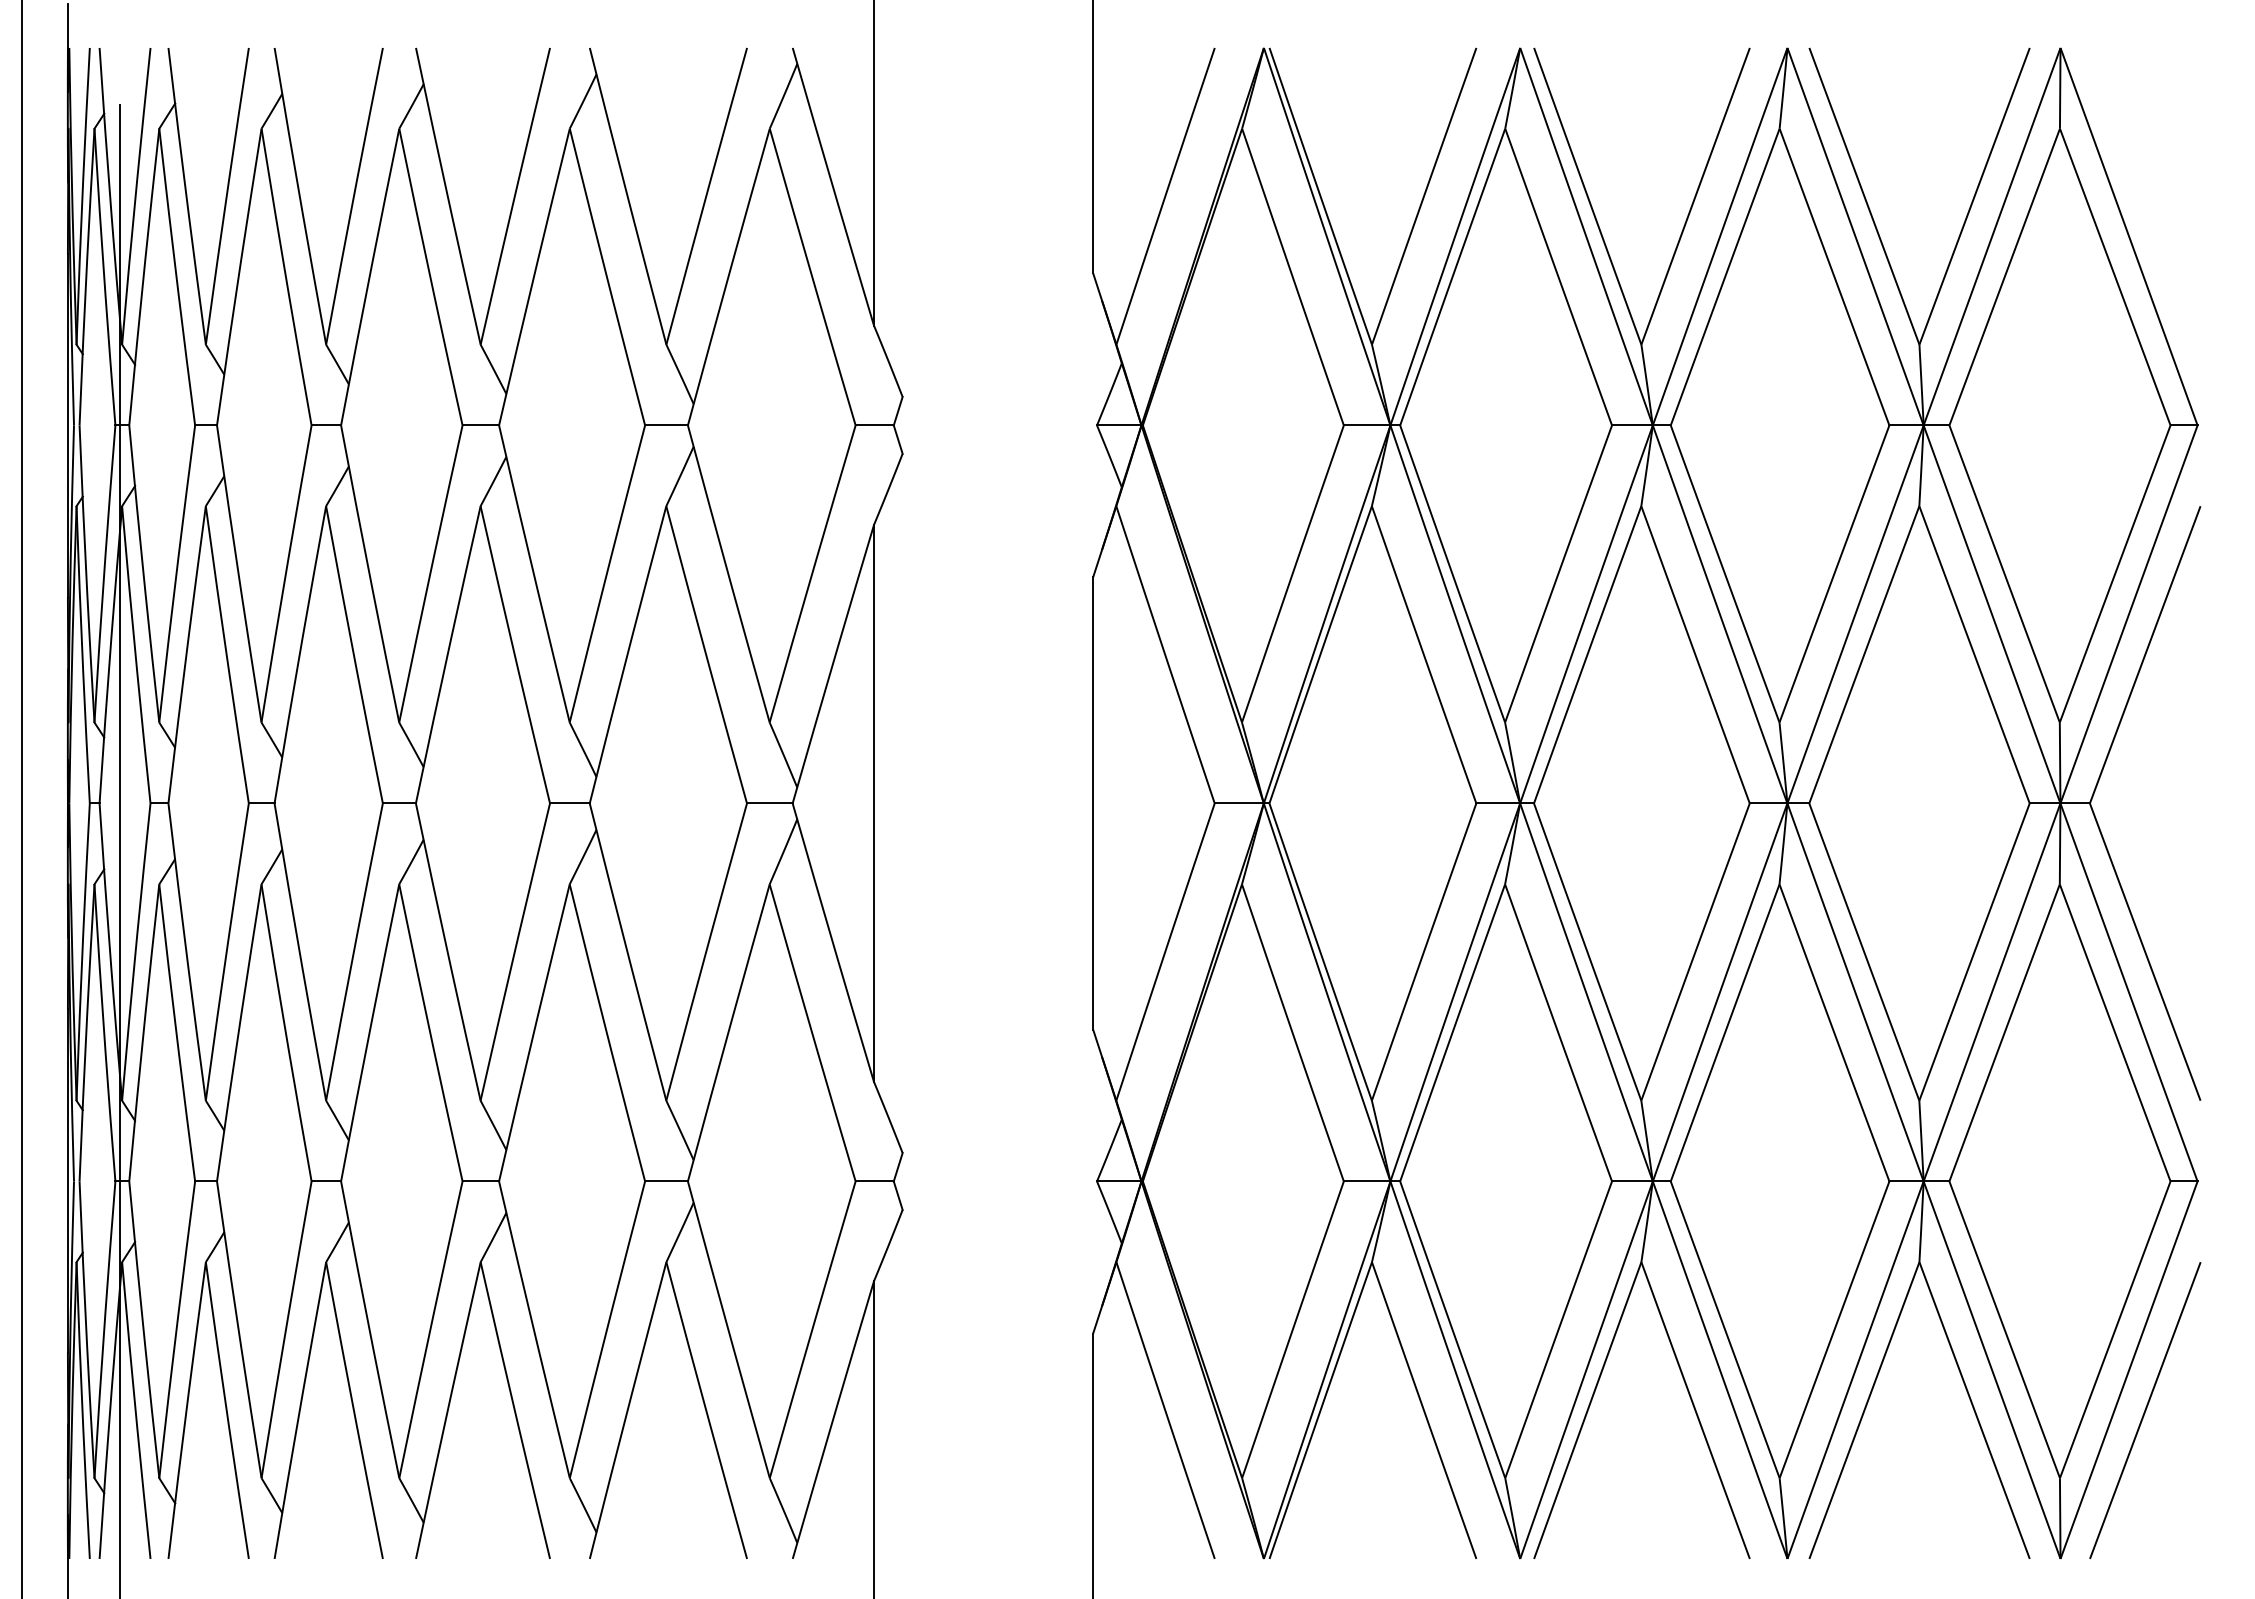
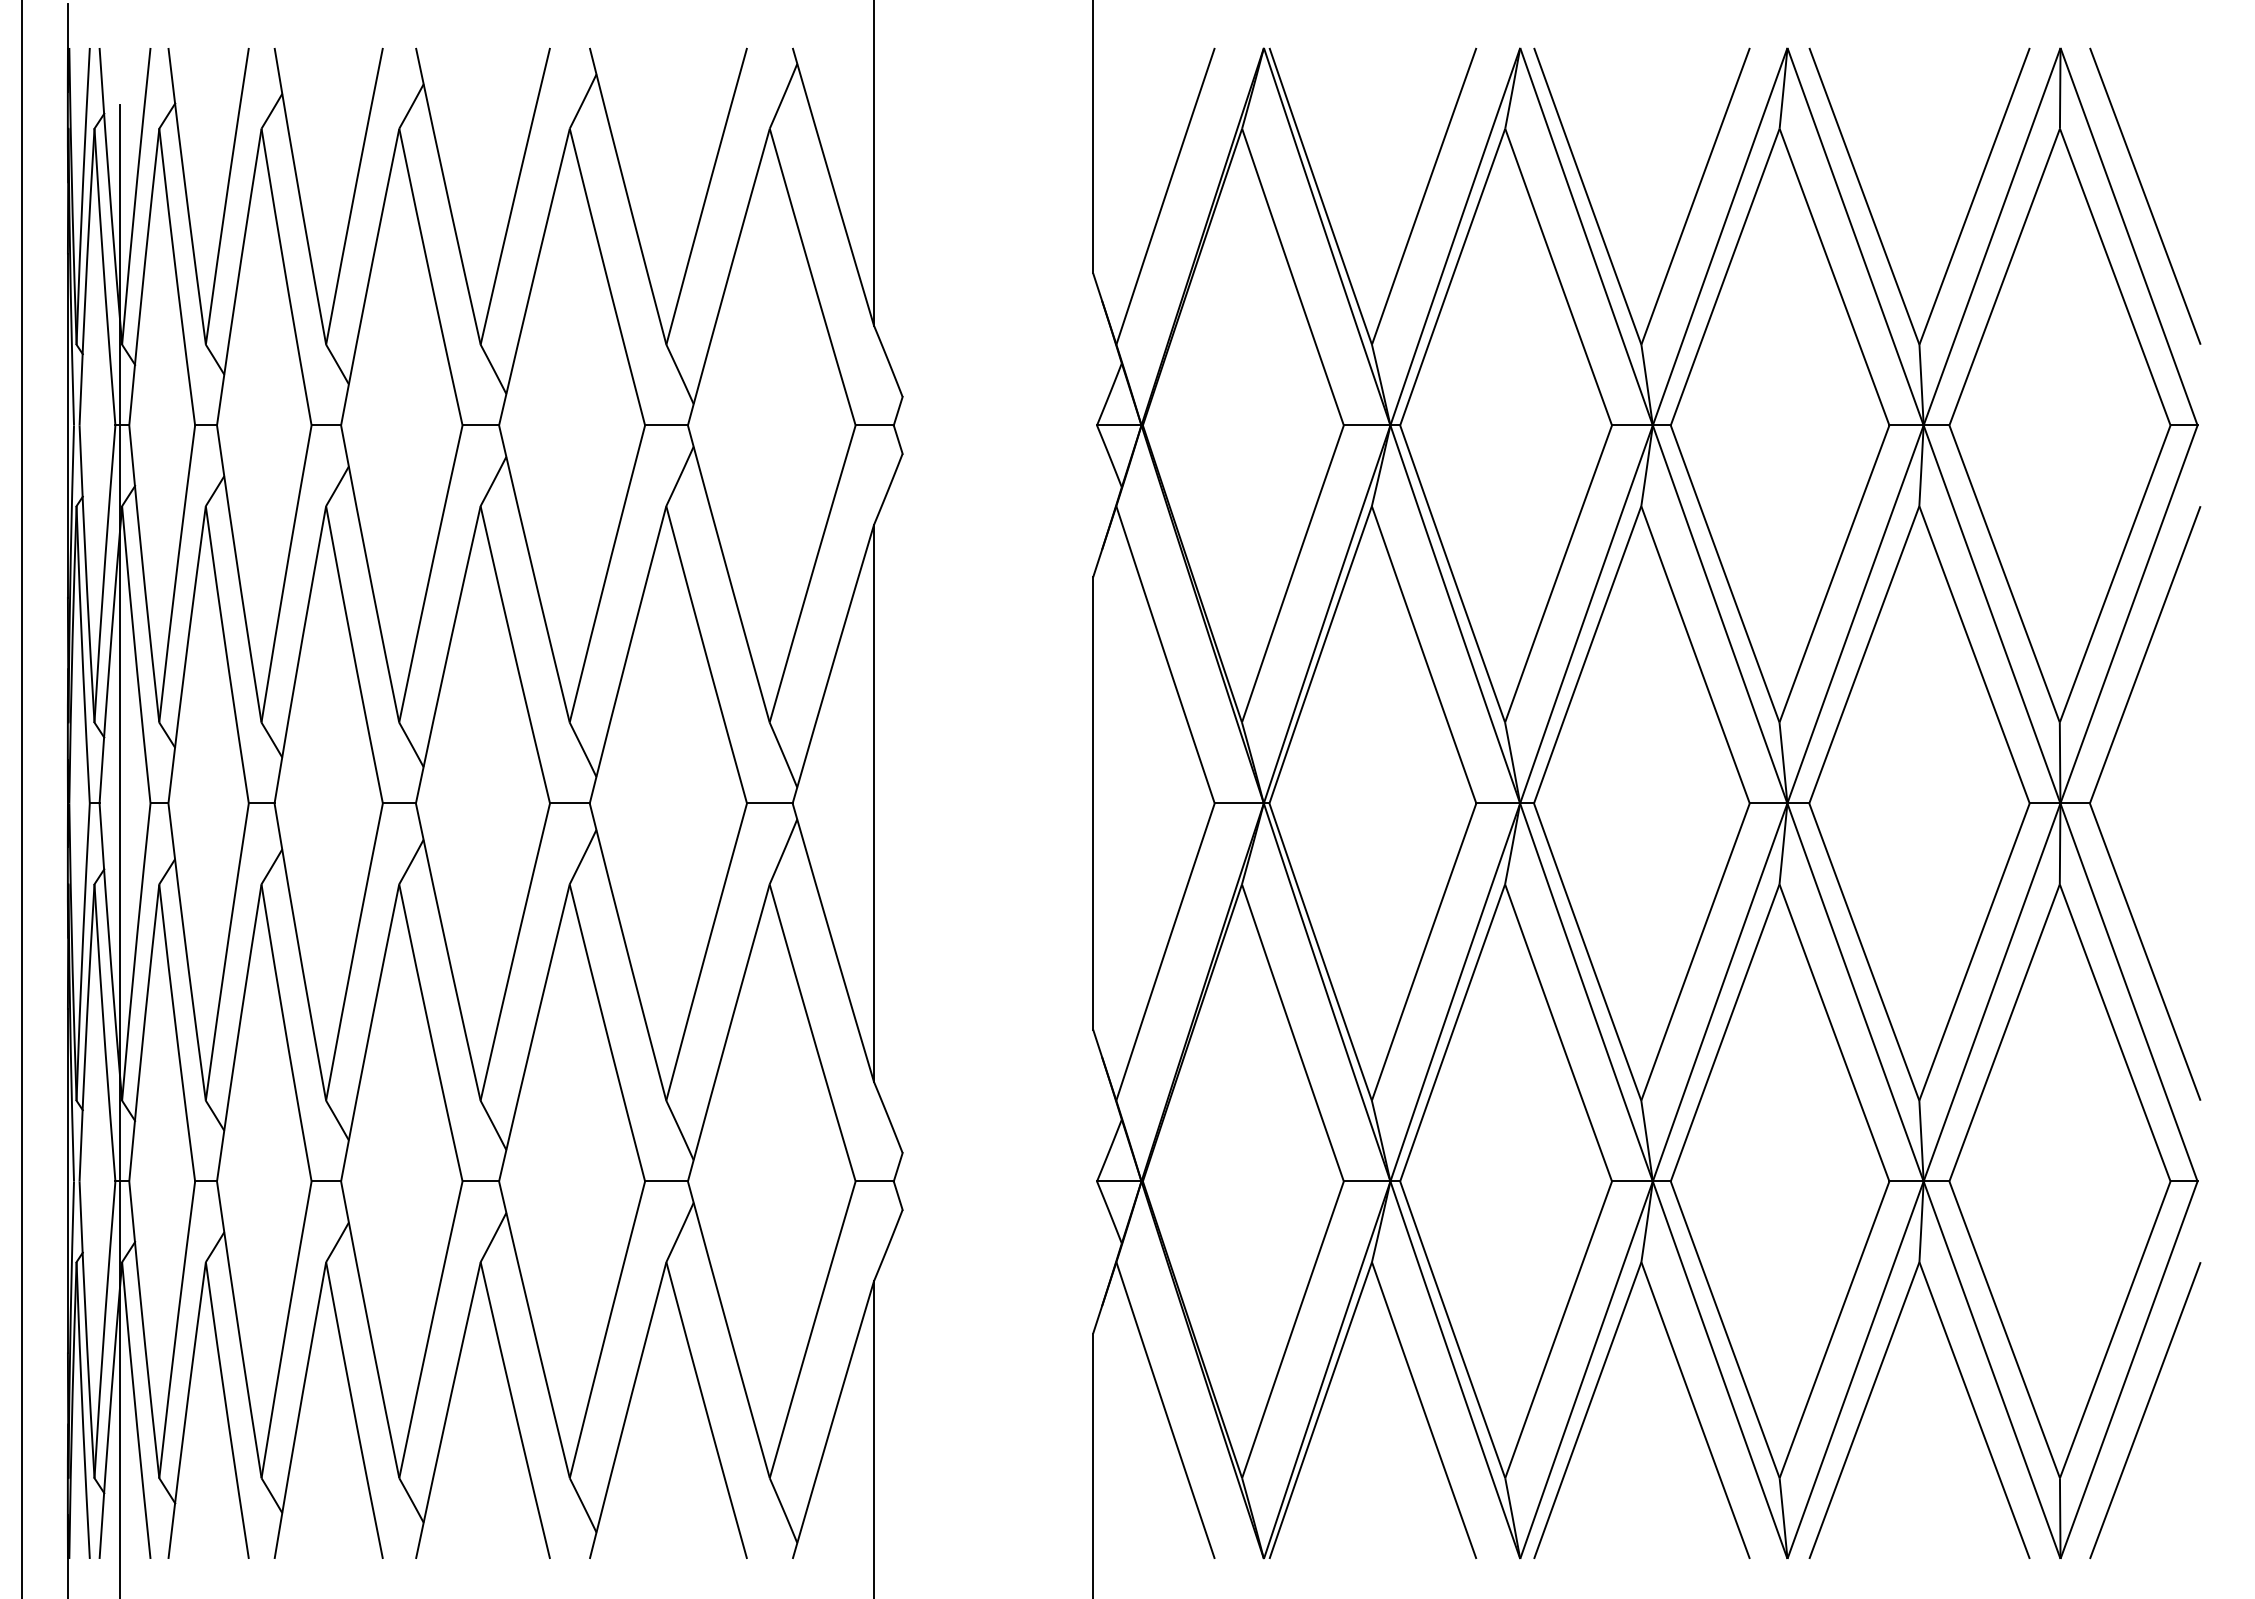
line at (2145, 195): none -> present
